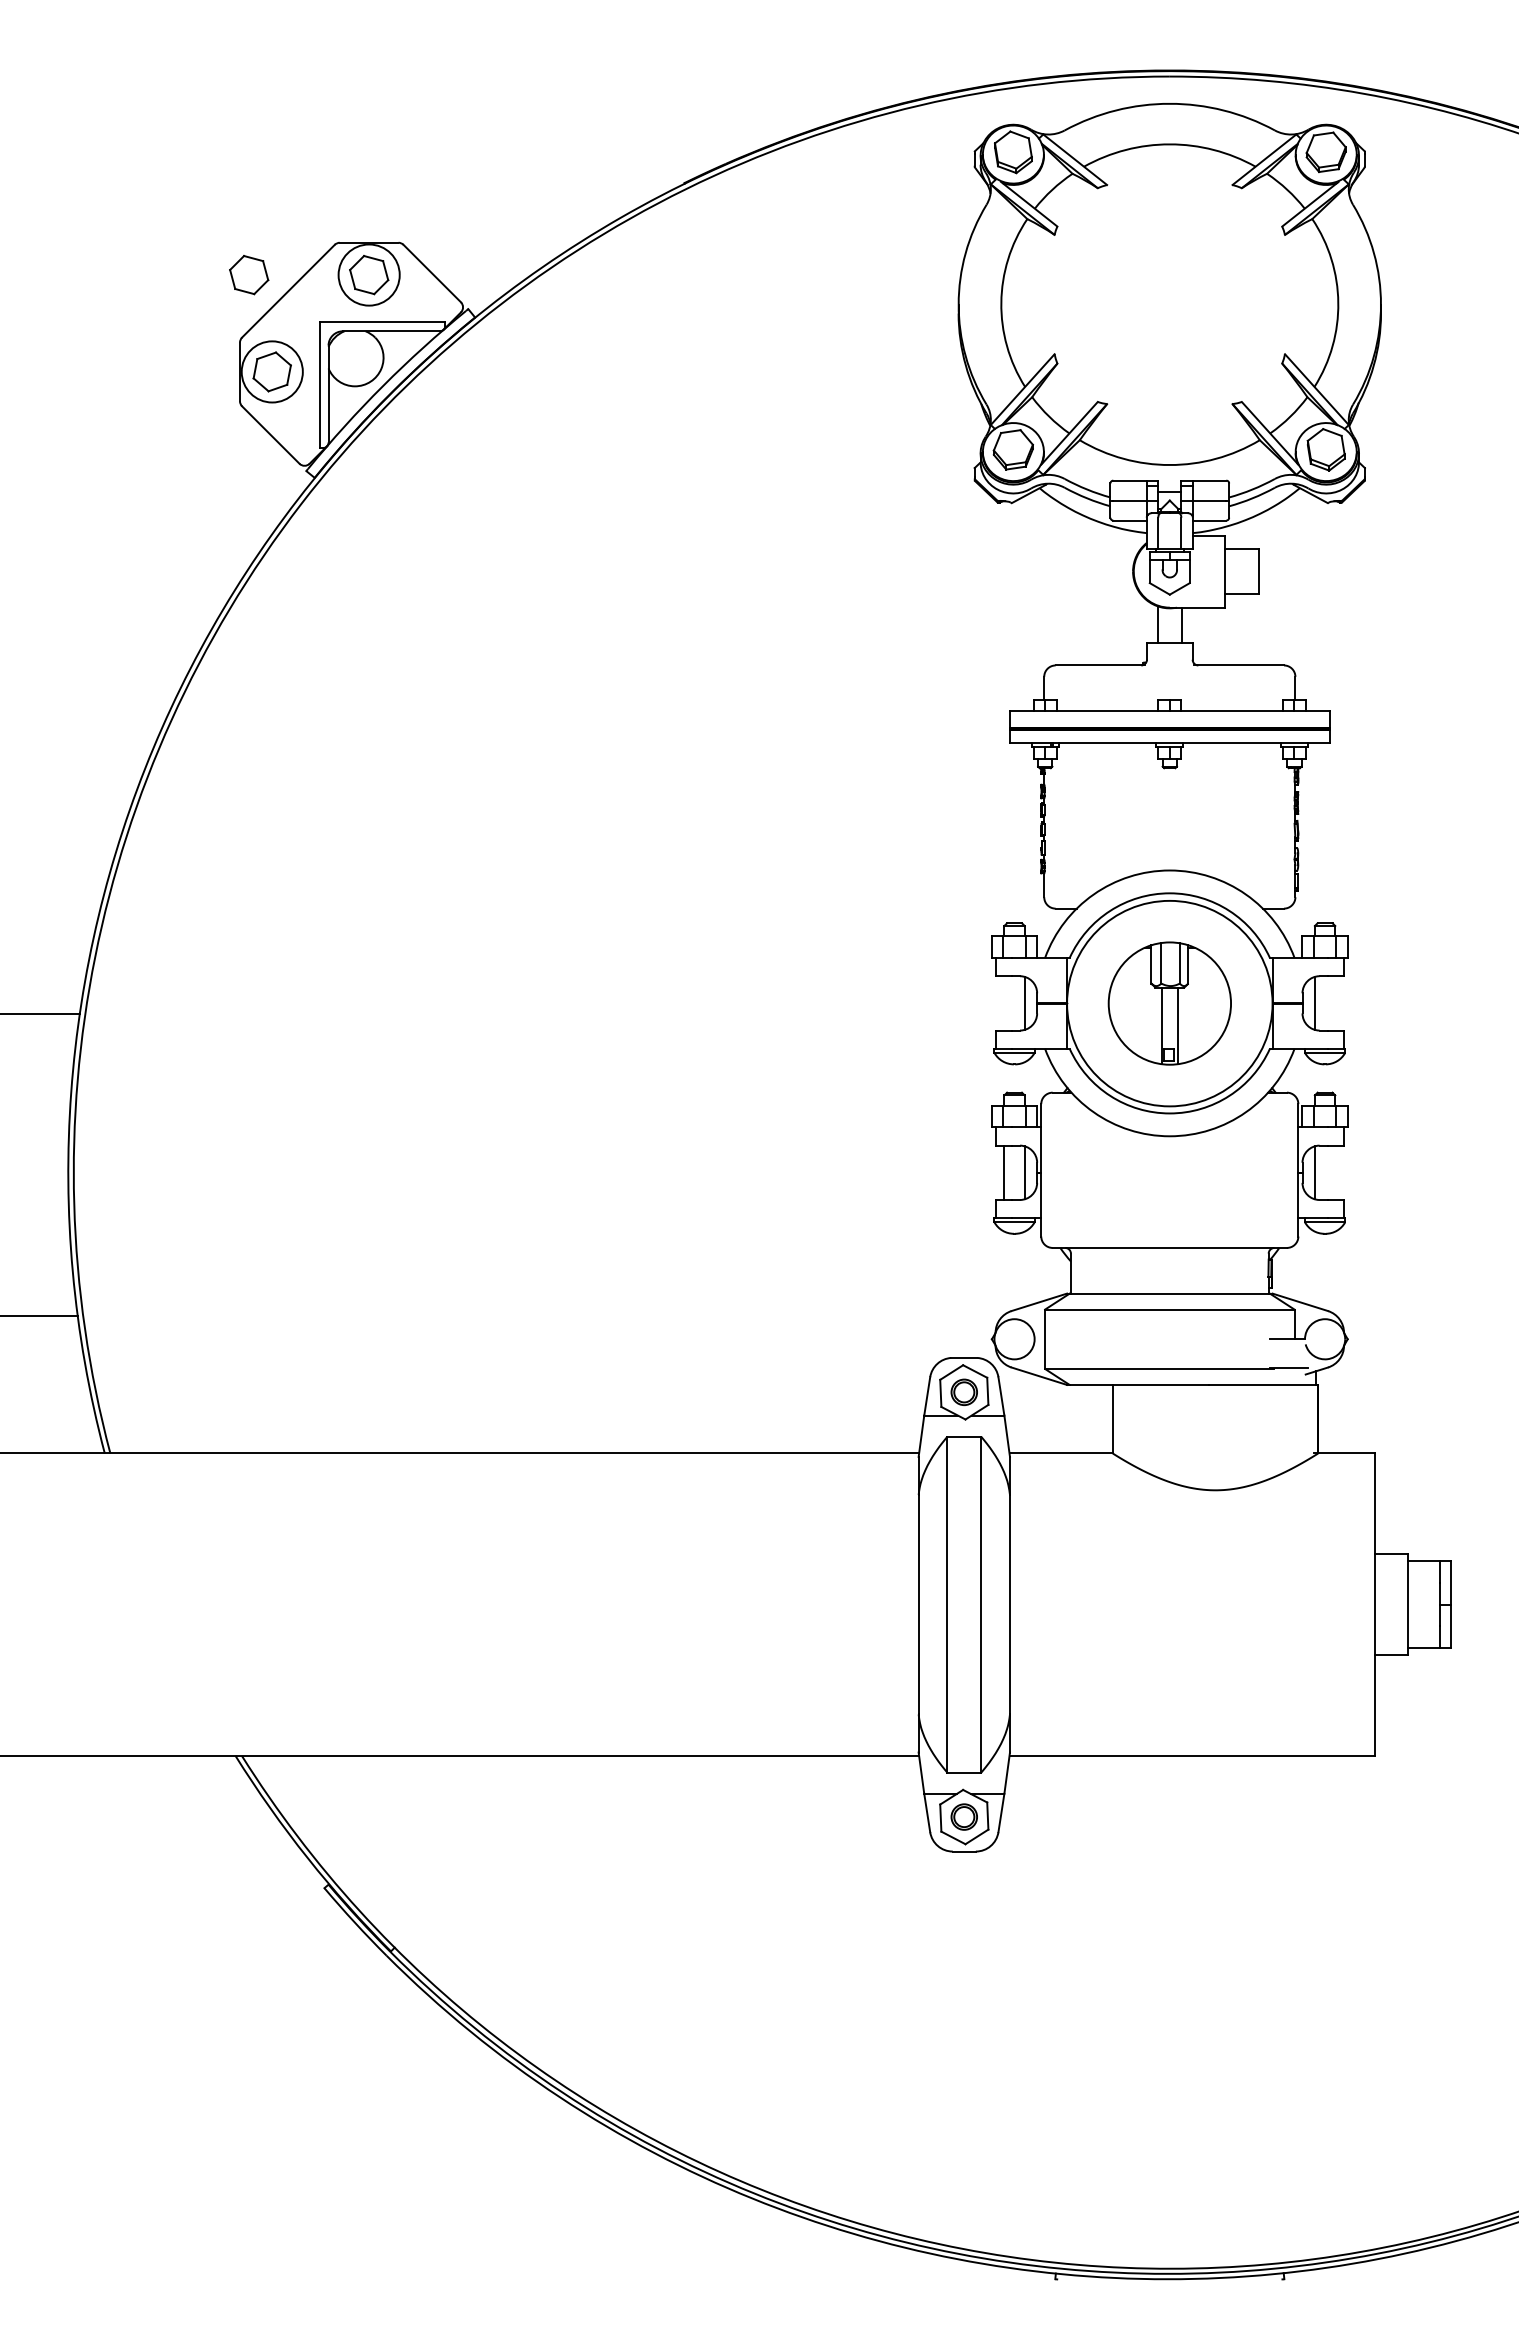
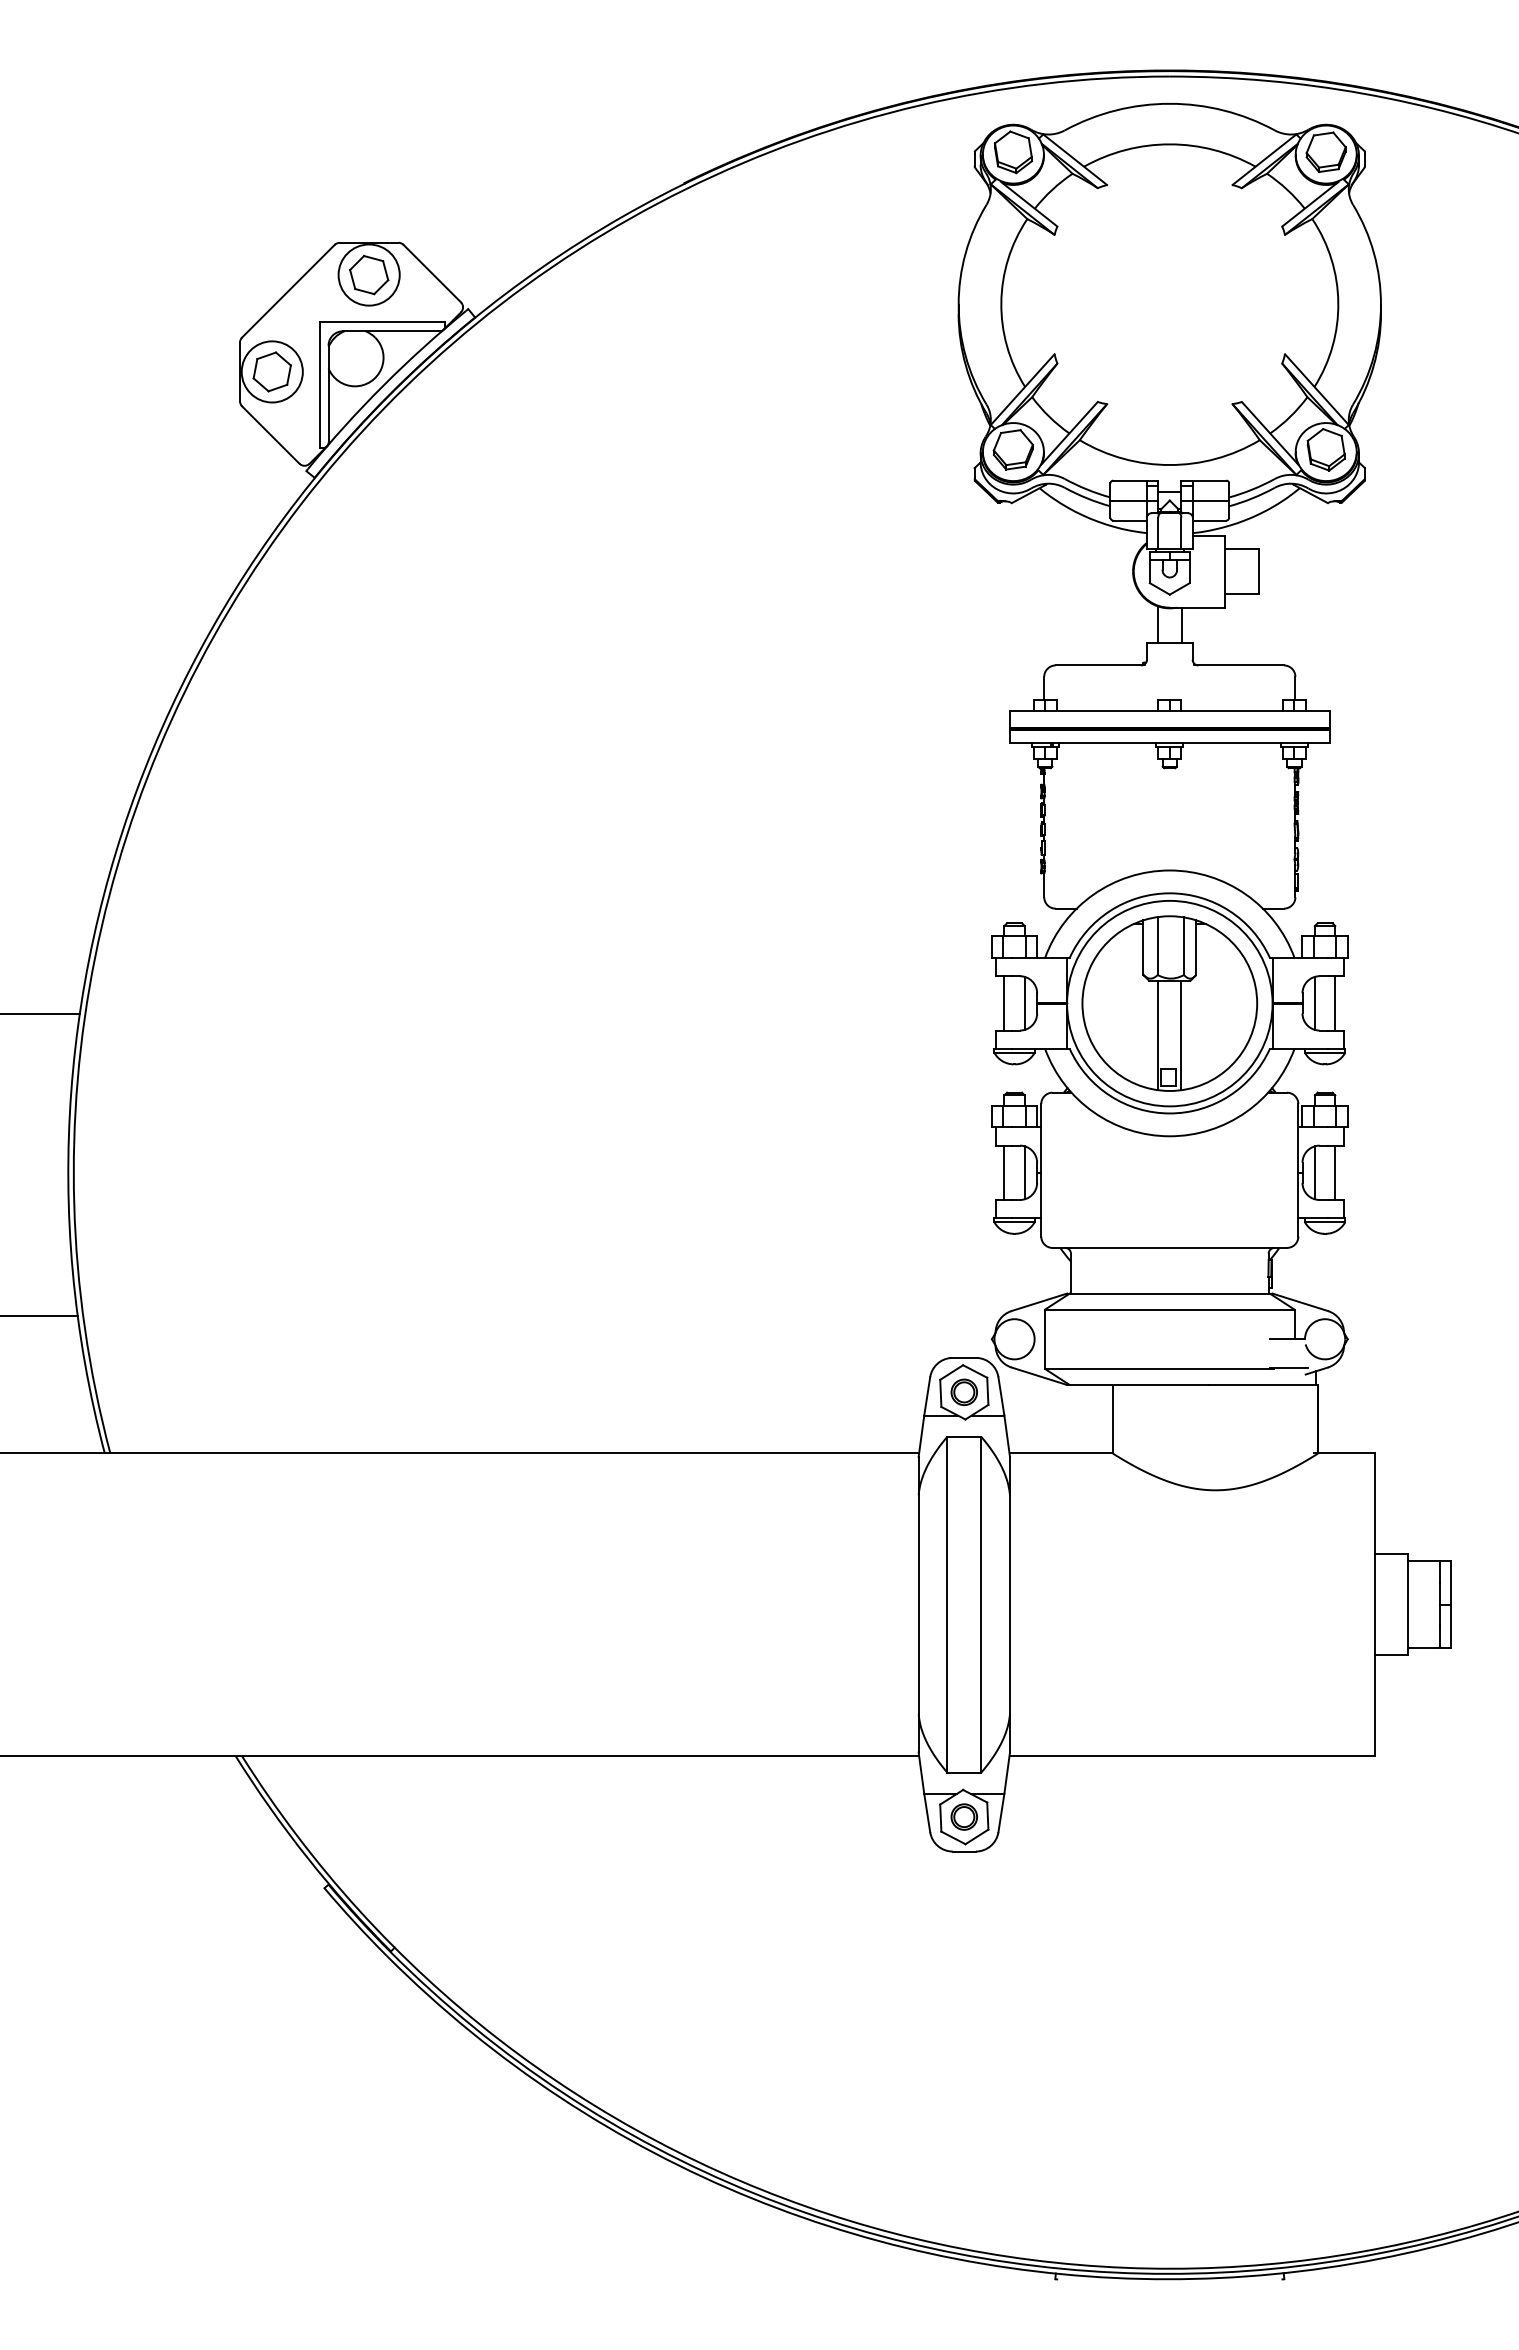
part at (249, 275): present -> none
line at (1004, 1003): none -> present
part at (1169, 1003) size: 125x125 px -> 178x177 px
line at (1335, 1003): none -> present
line at (1335, 1172): none -> present
